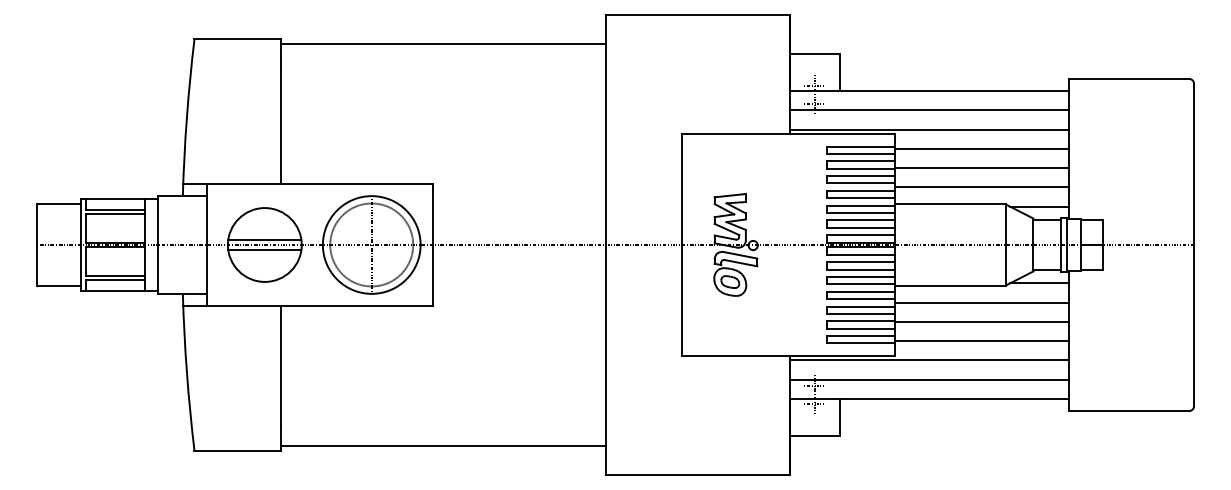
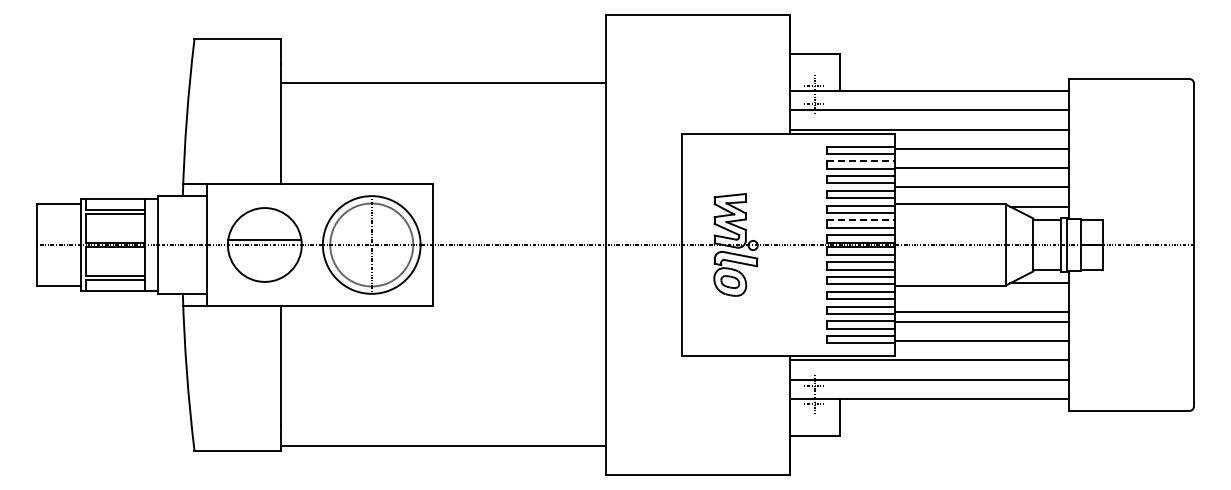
line at (442, 44) position: (442, 44) -> (442, 83)
line at (861, 161): solid -> dashed
line at (861, 220): solid -> dashed
line at (264, 249): present -> none
line at (981, 302) position: (981, 302) -> (981, 311)
